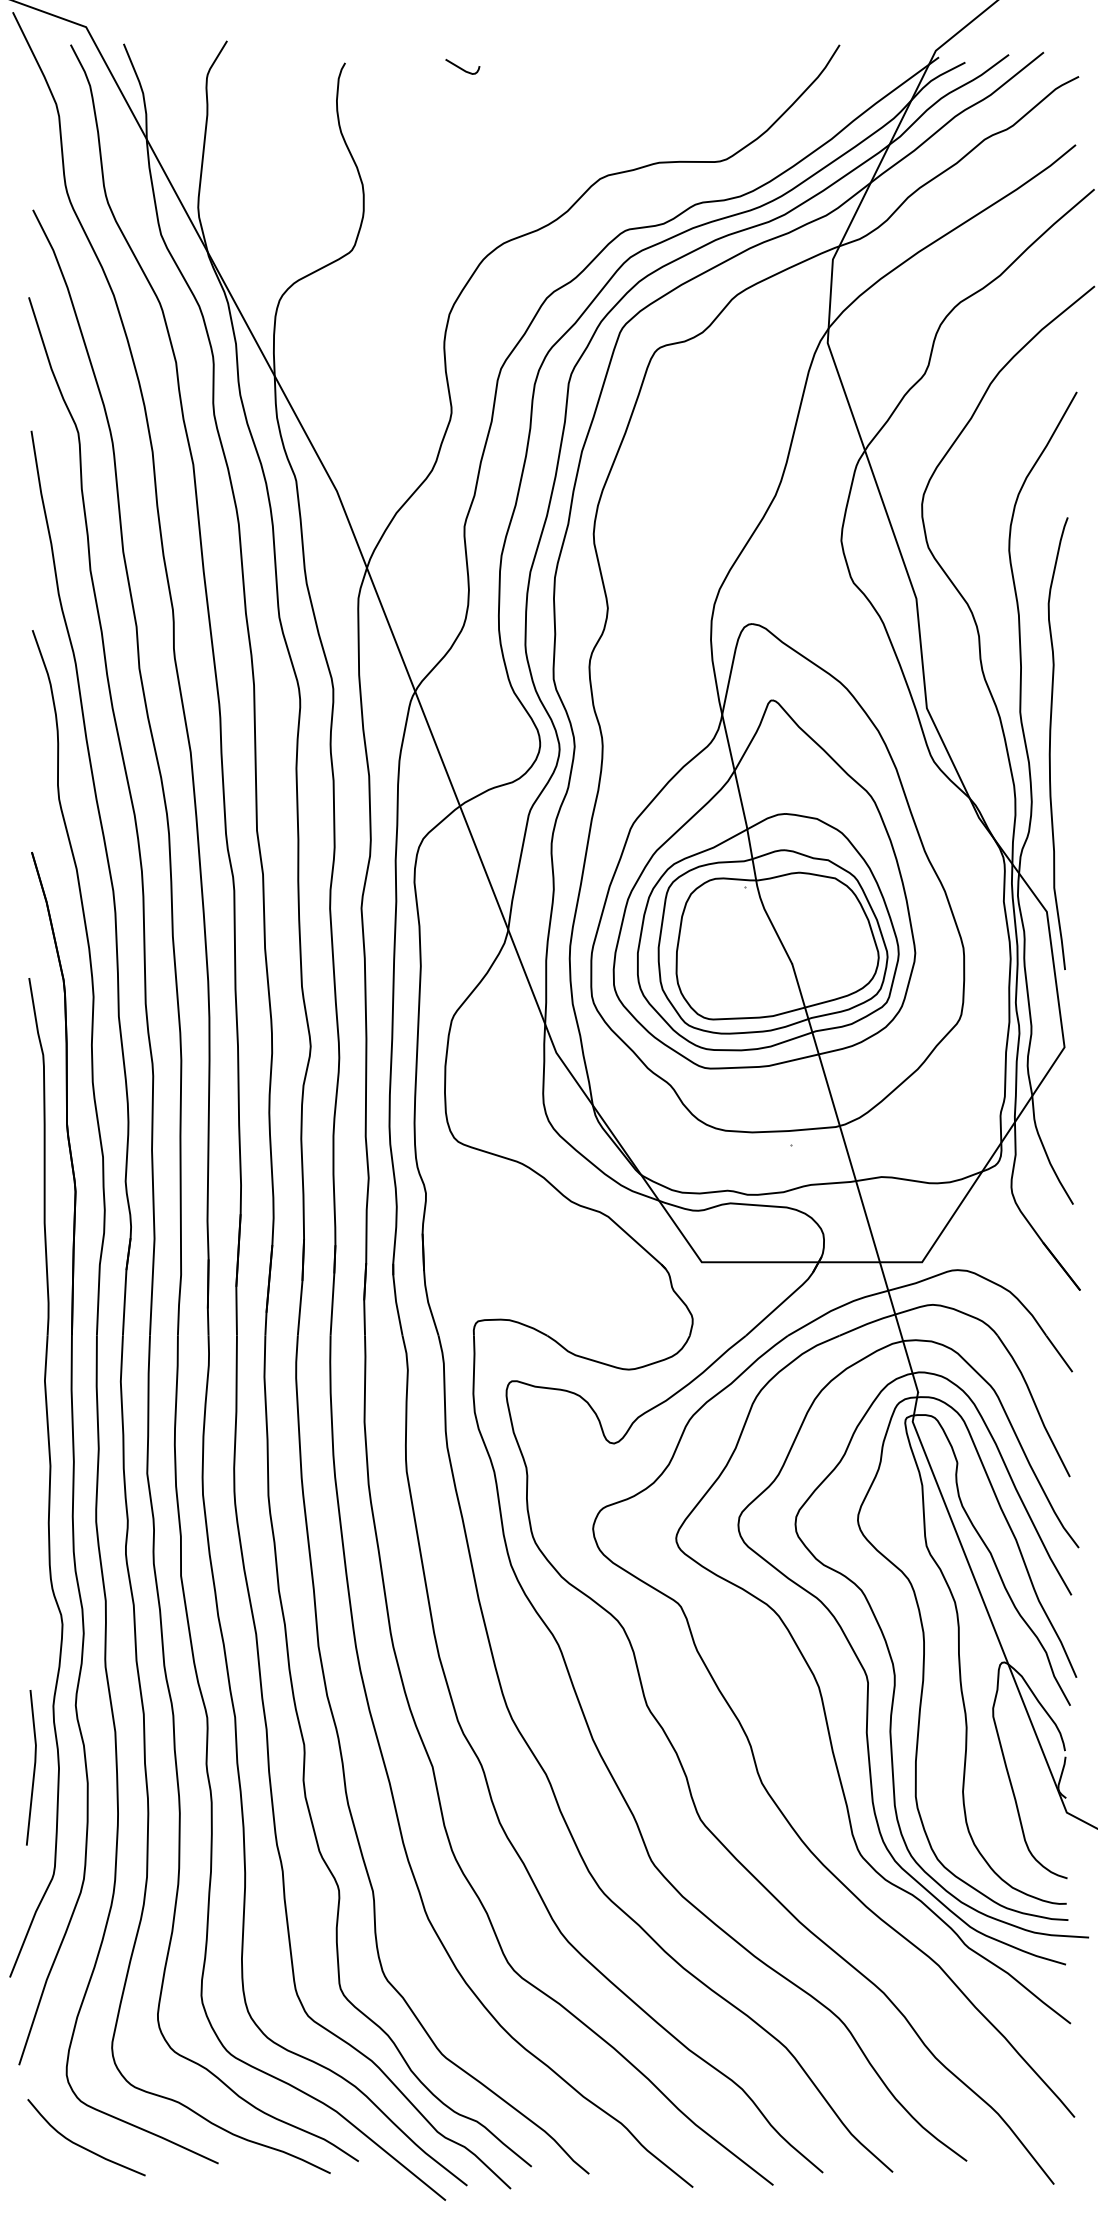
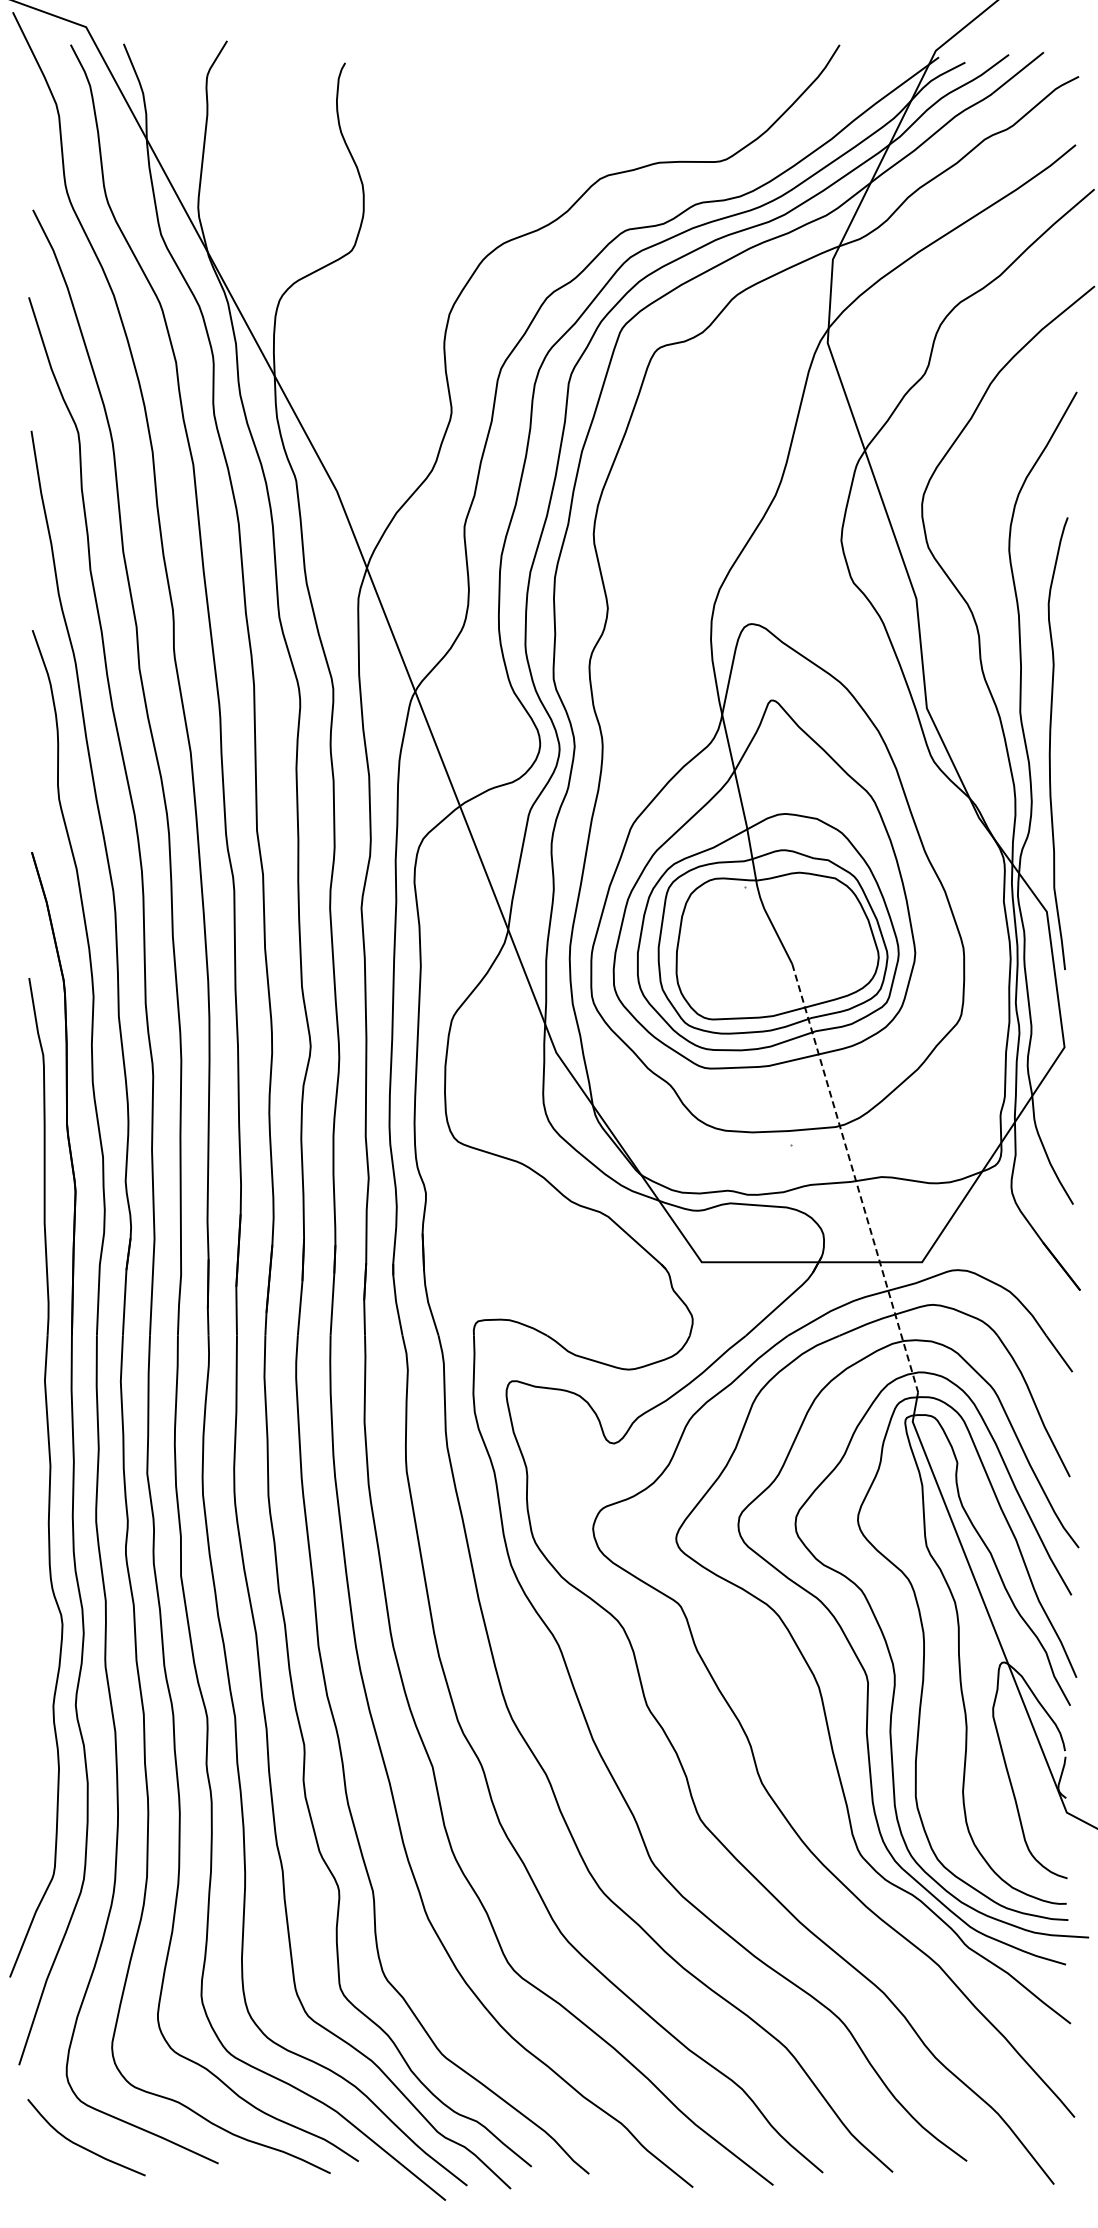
curve at (461, 67): present -> none
line at (855, 1178): solid -> dashed
line at (33, 1767): present -> none
